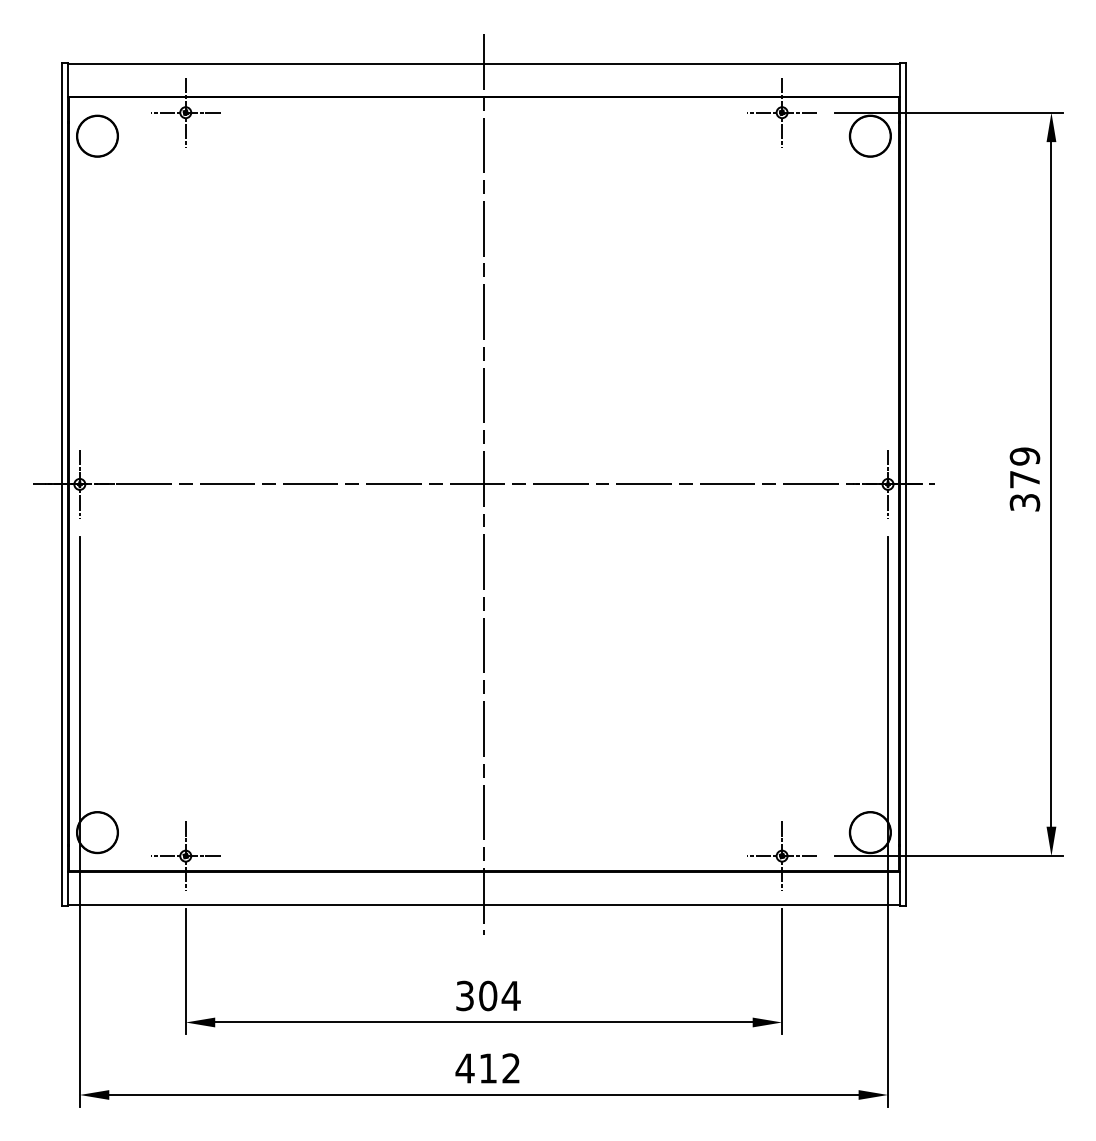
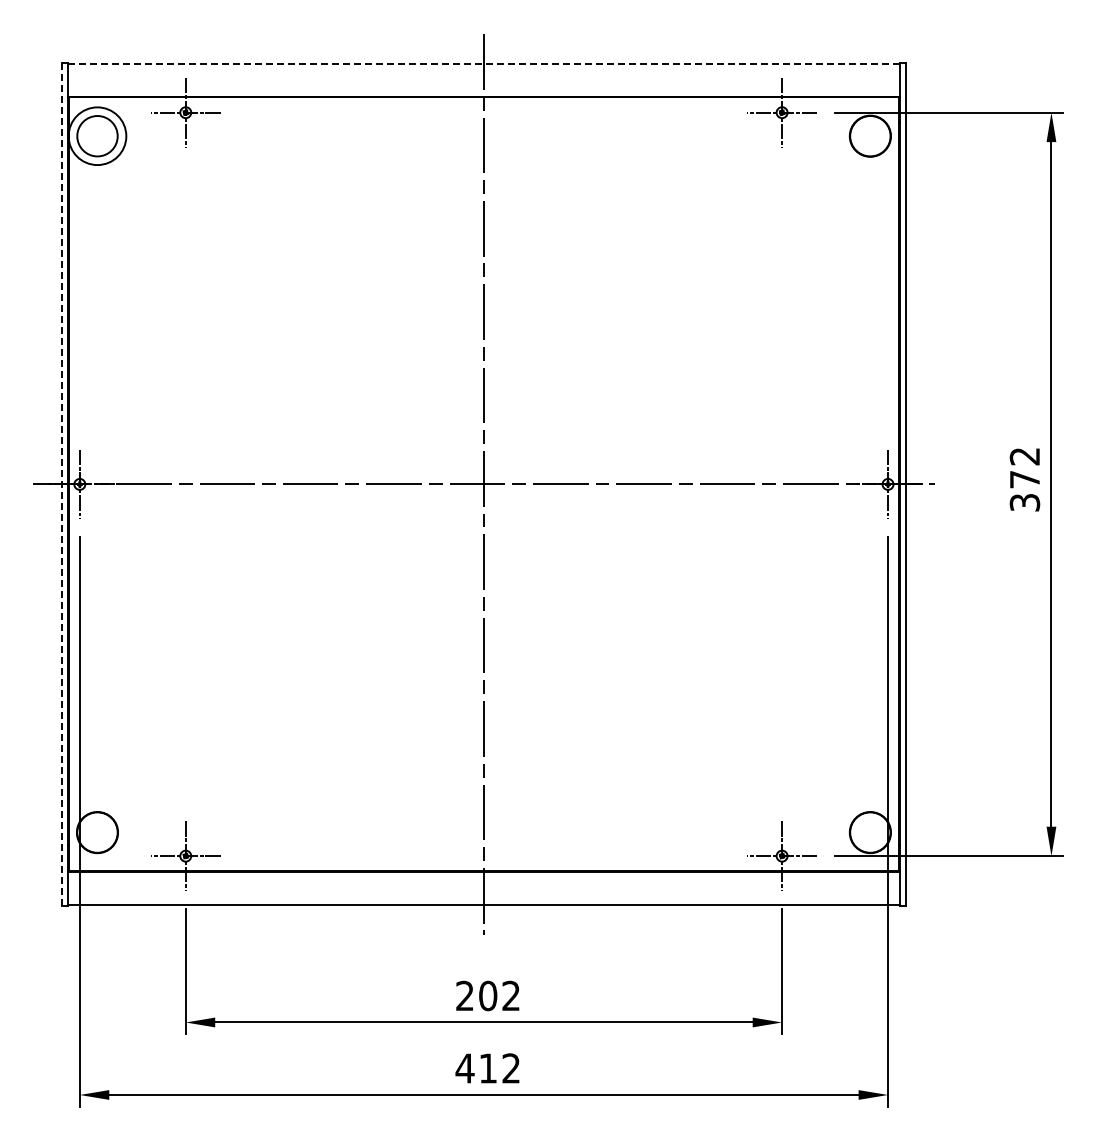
line at (483, 63): solid -> dashed
circle at (97, 135) diameter: 41 px -> 58 px
text at (1024, 456): 379 -> 372
line at (62, 484): solid -> dashed
text at (488, 995): 304 -> 202
